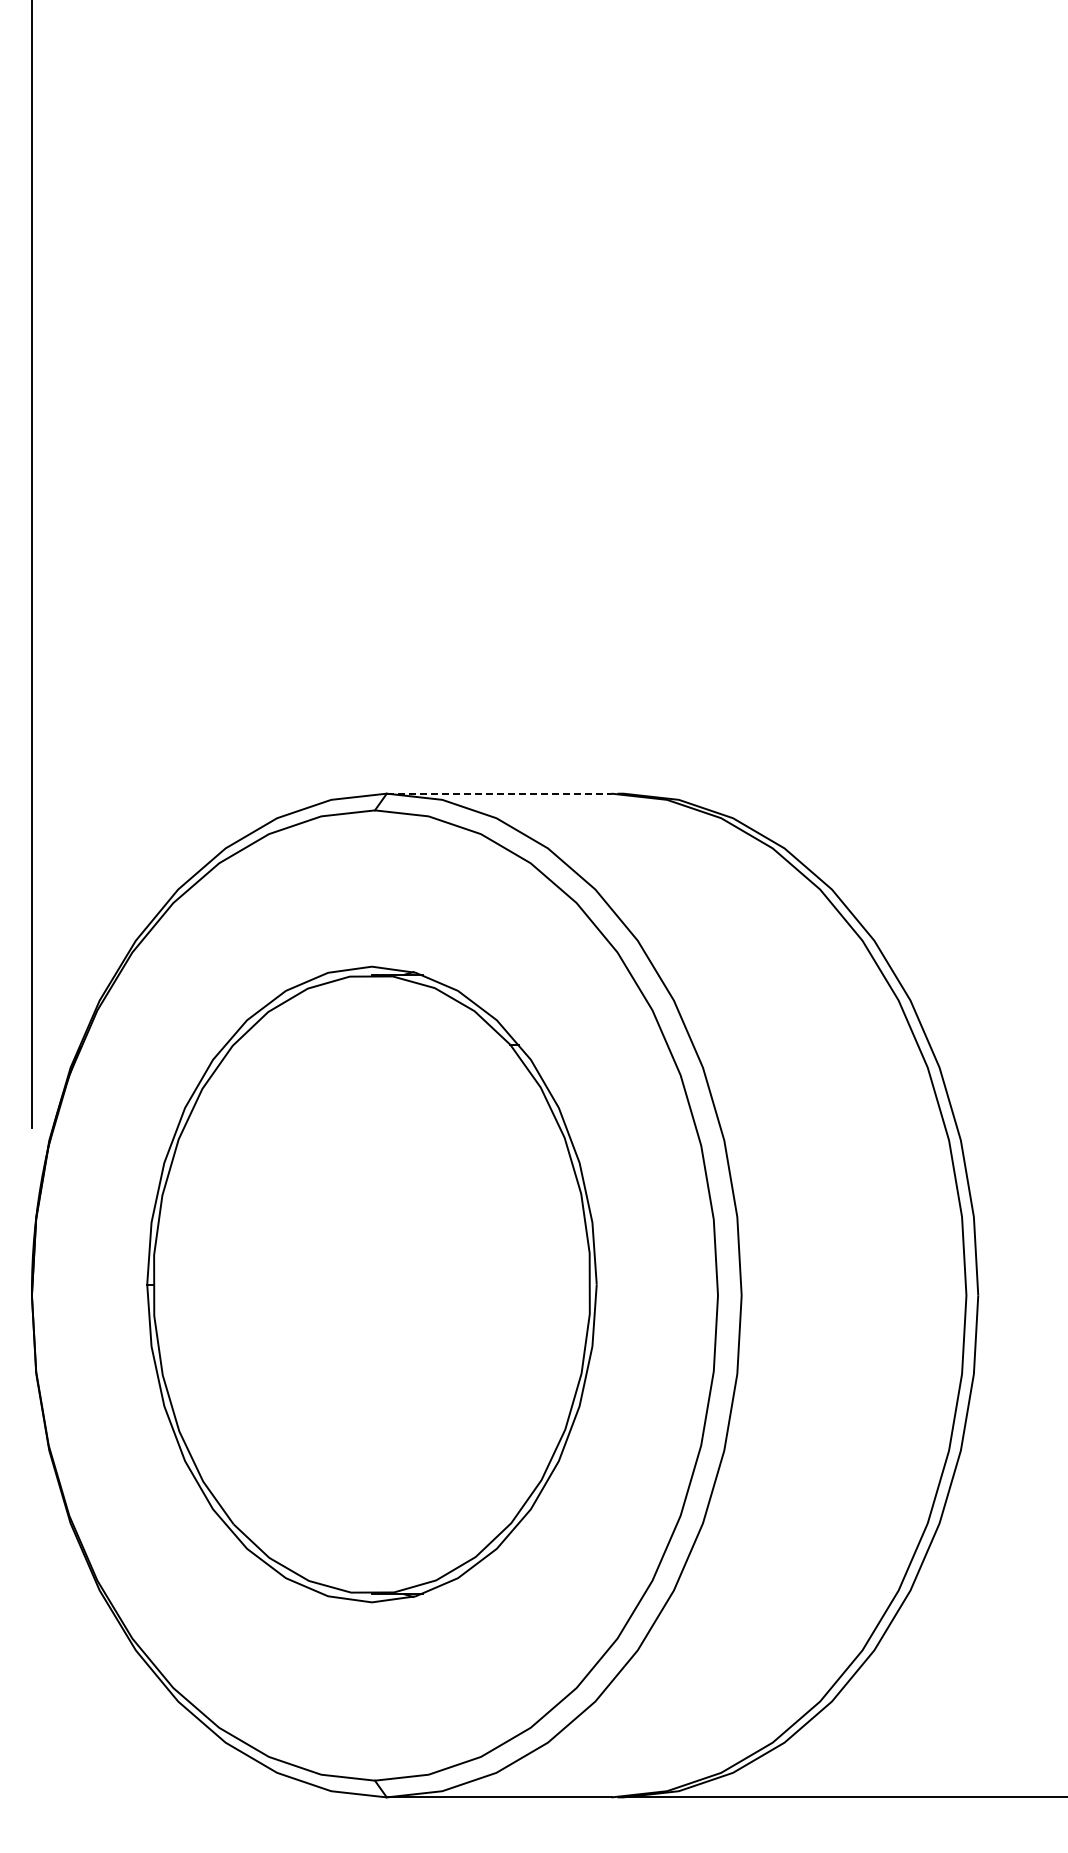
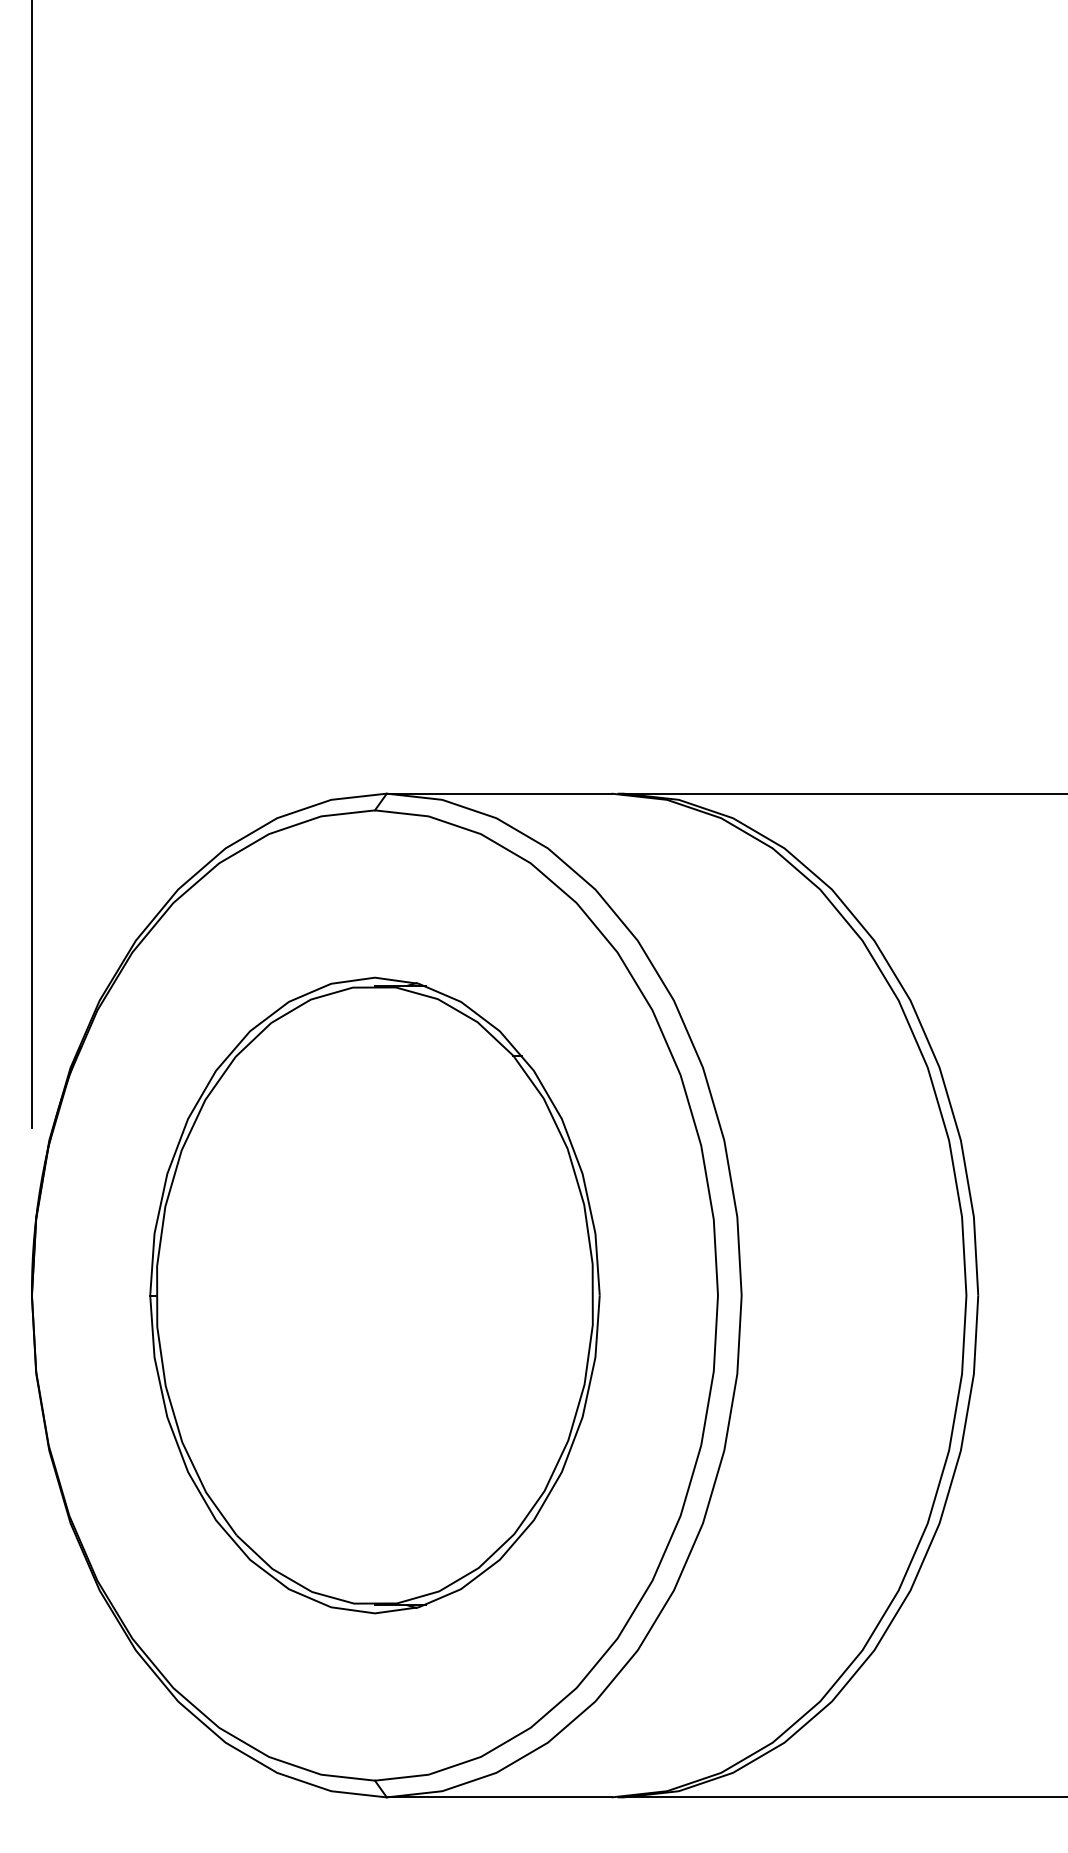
line at (499, 793): dashed -> solid
line at (843, 793): none -> present
part at (371, 1284) position: (371, 1284) -> (374, 1295)
